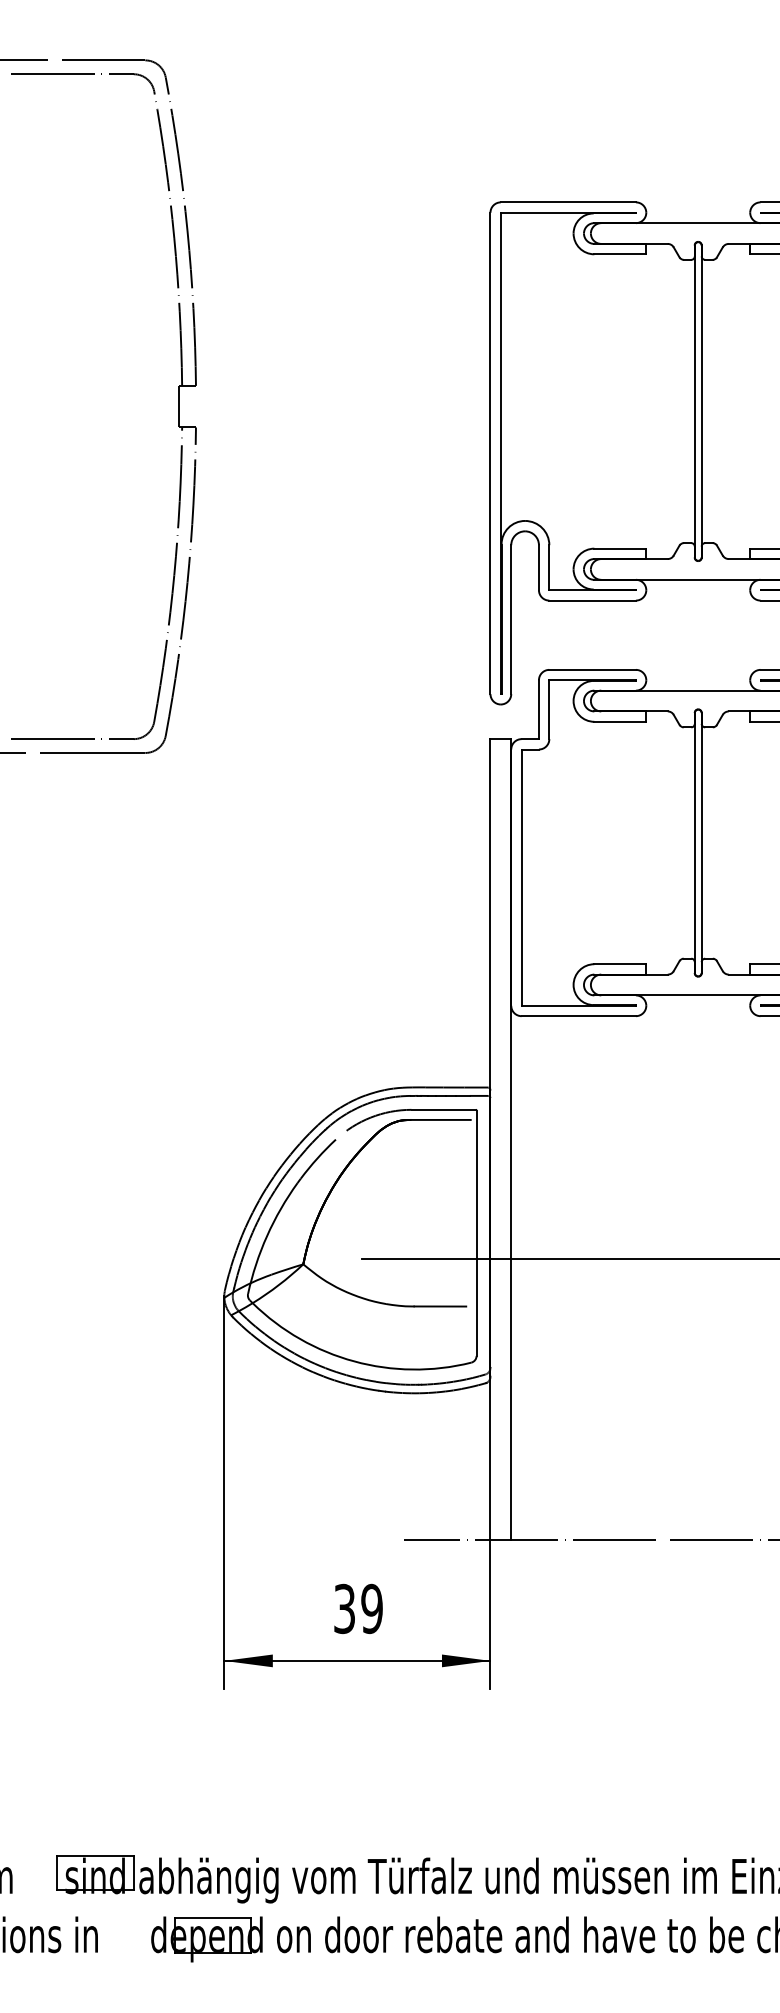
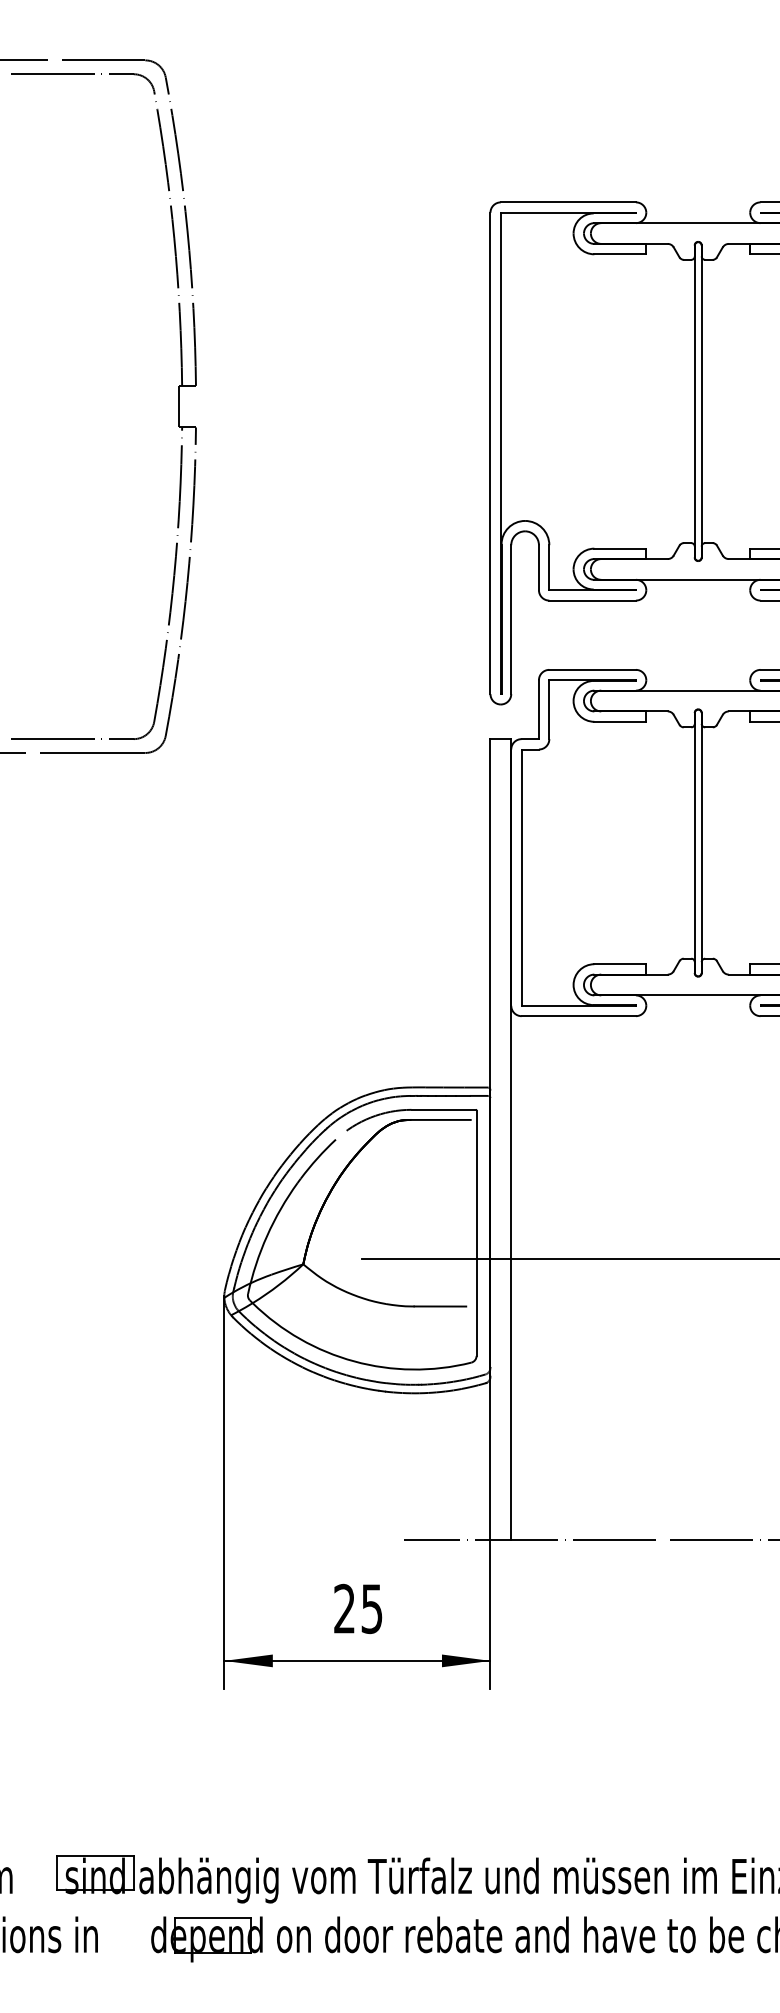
text at (358, 1608): 39 -> 25
